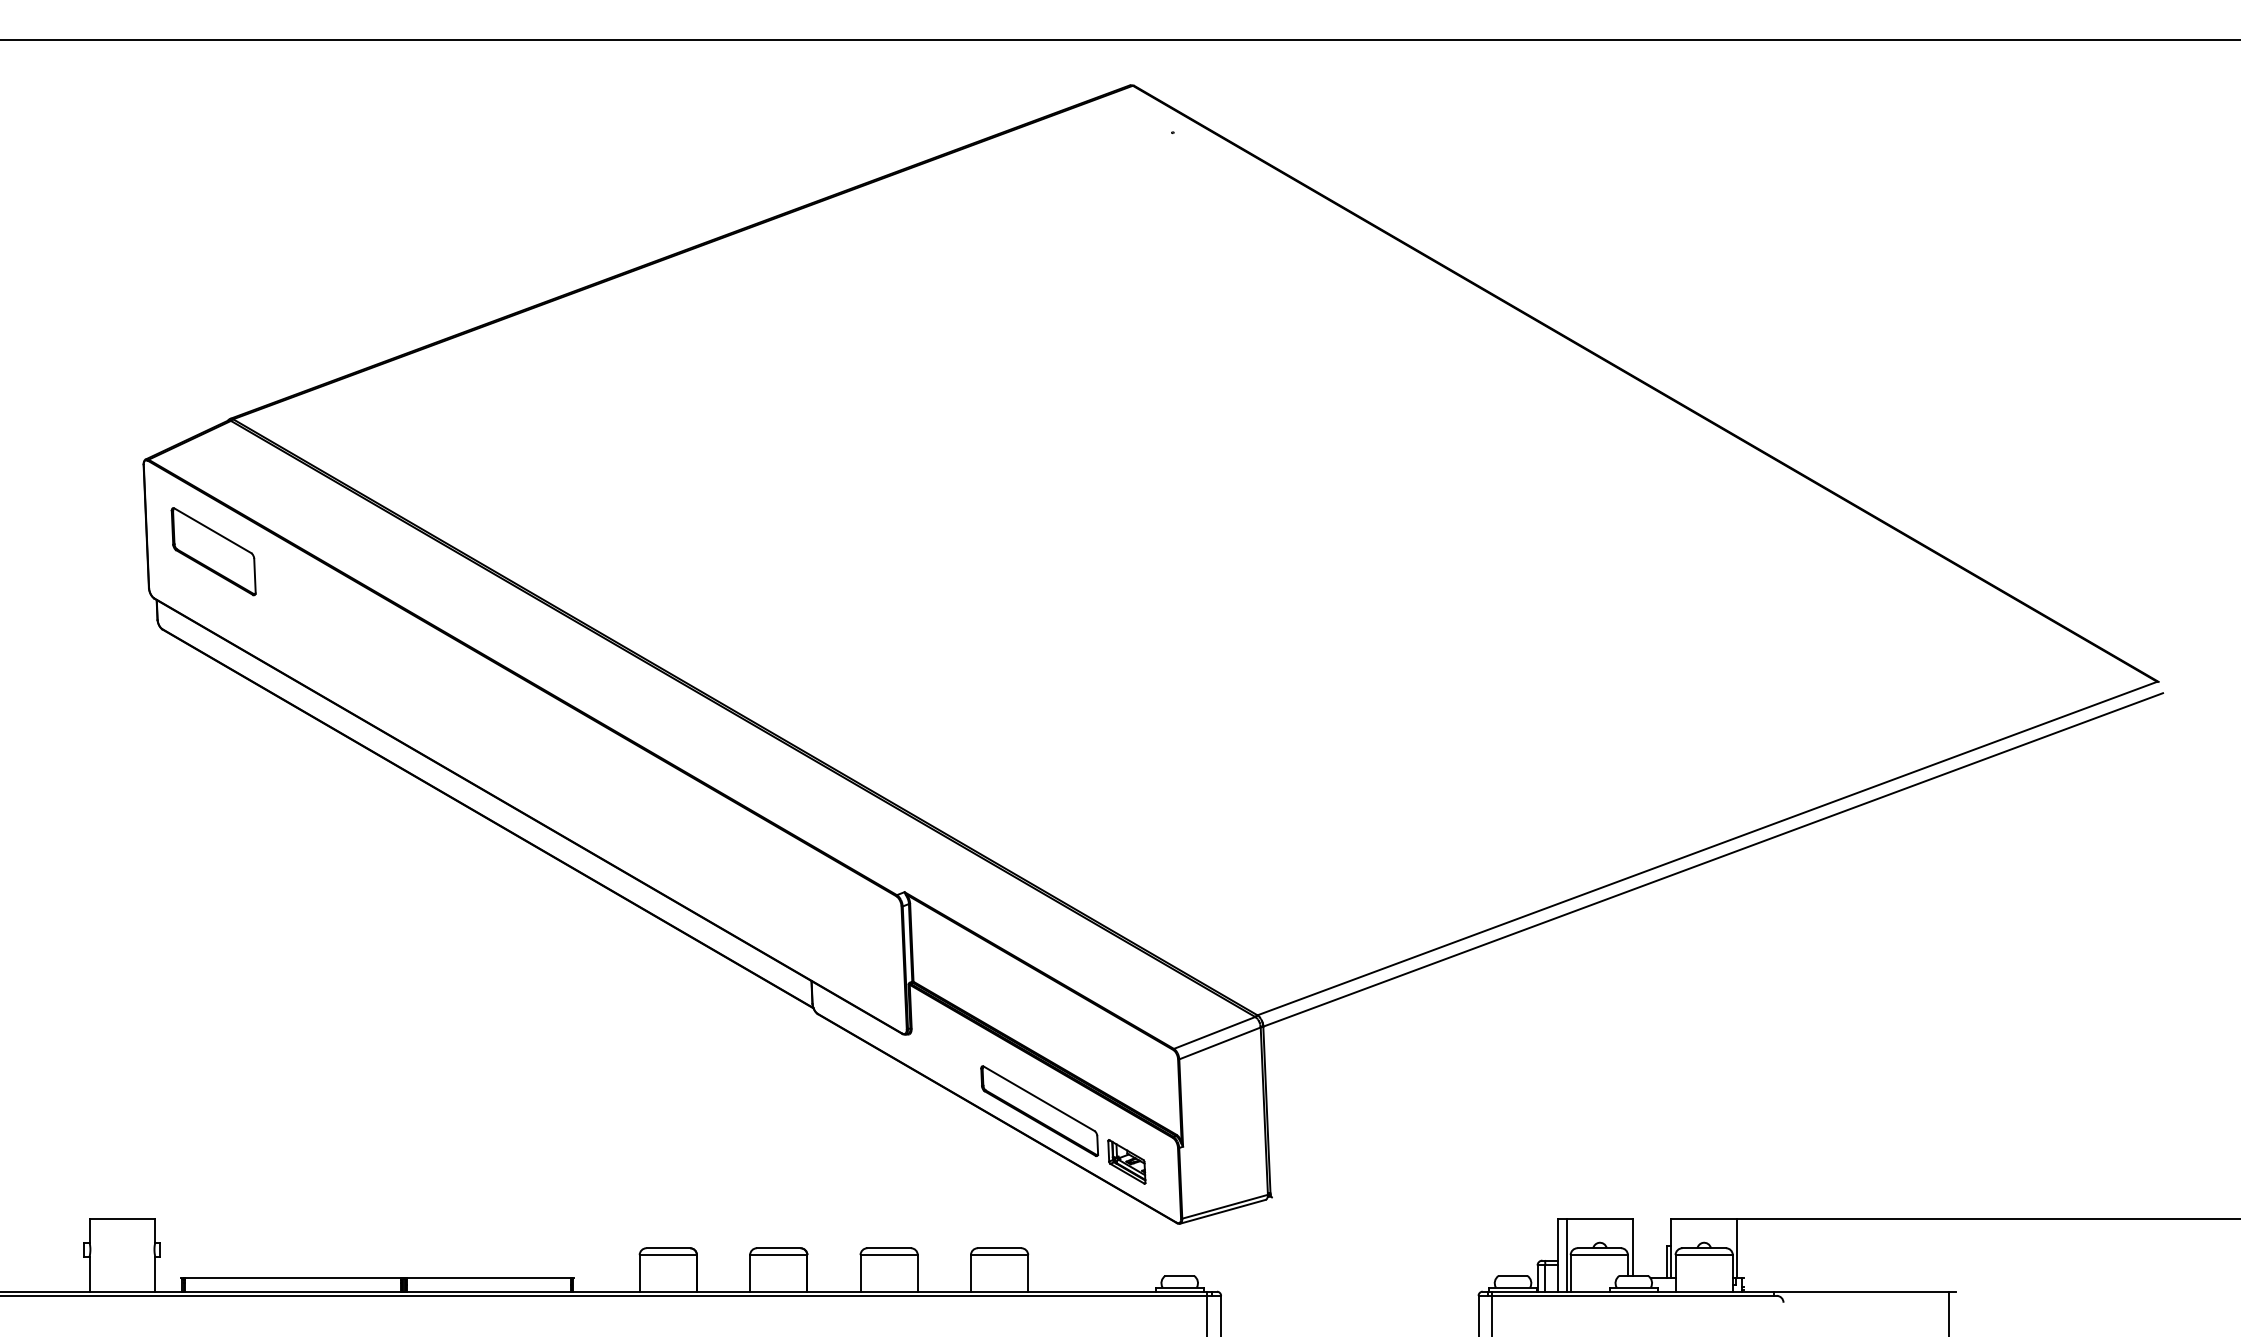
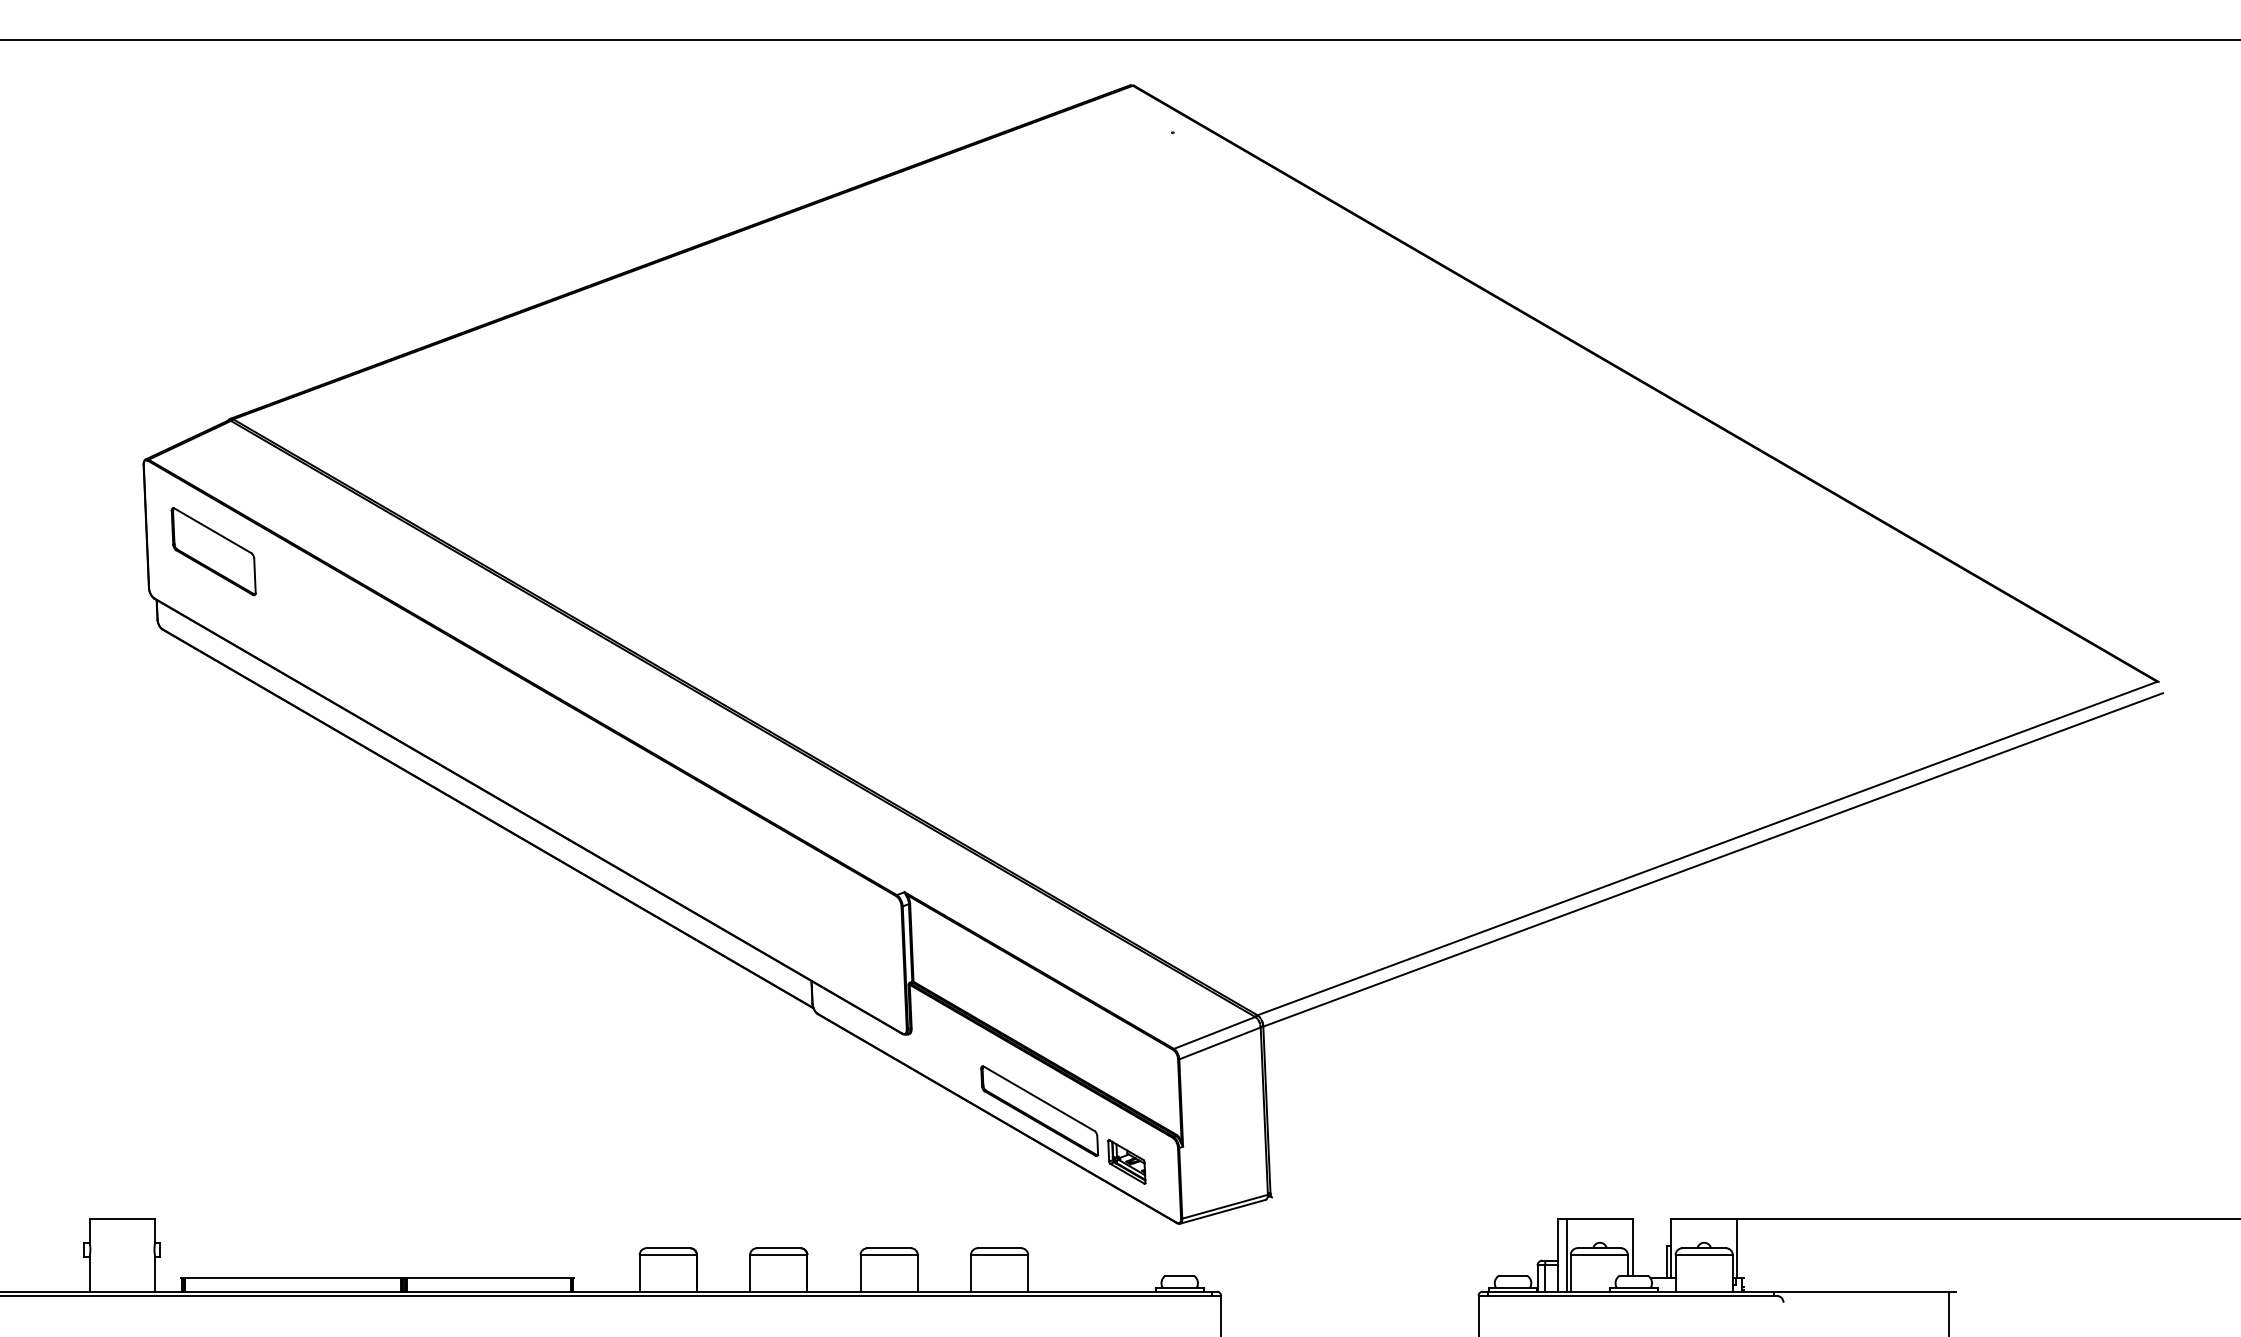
line at (1207, 1312): present -> none
line at (1492, 1312): present -> none
